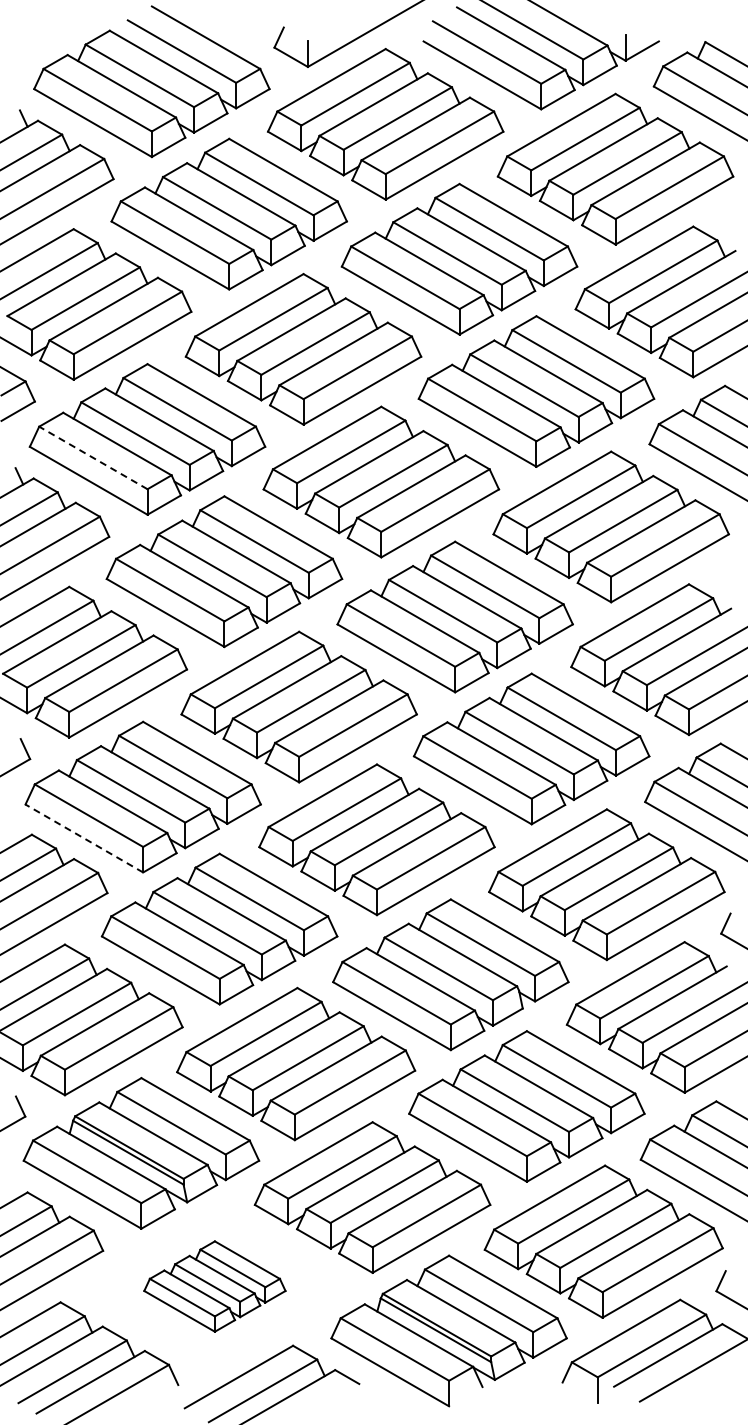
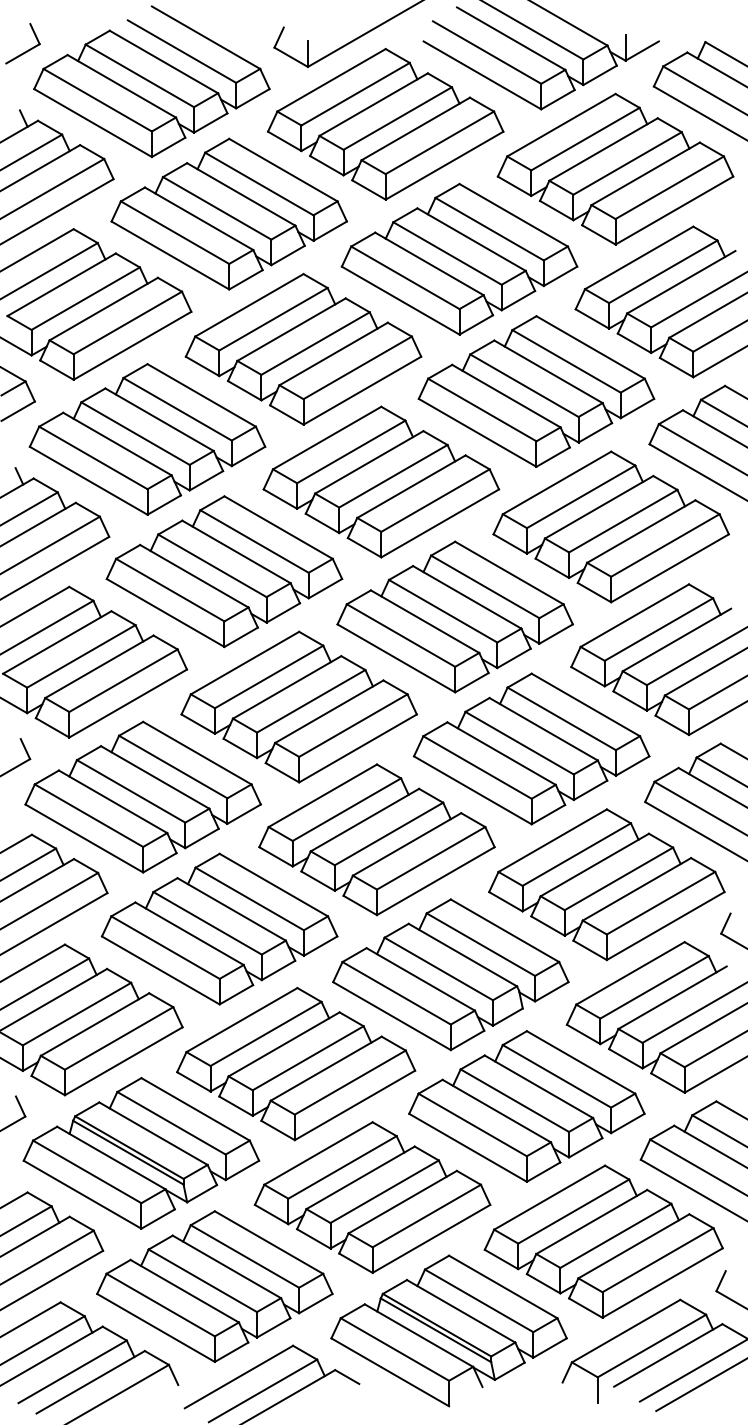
part at (26, 50): none -> present
line at (93, 457): dashed -> solid
line at (84, 838): dashed -> solid
part at (214, 1286) size: 144x93 px -> 238x153 px
line at (700, 1385): none -> present
